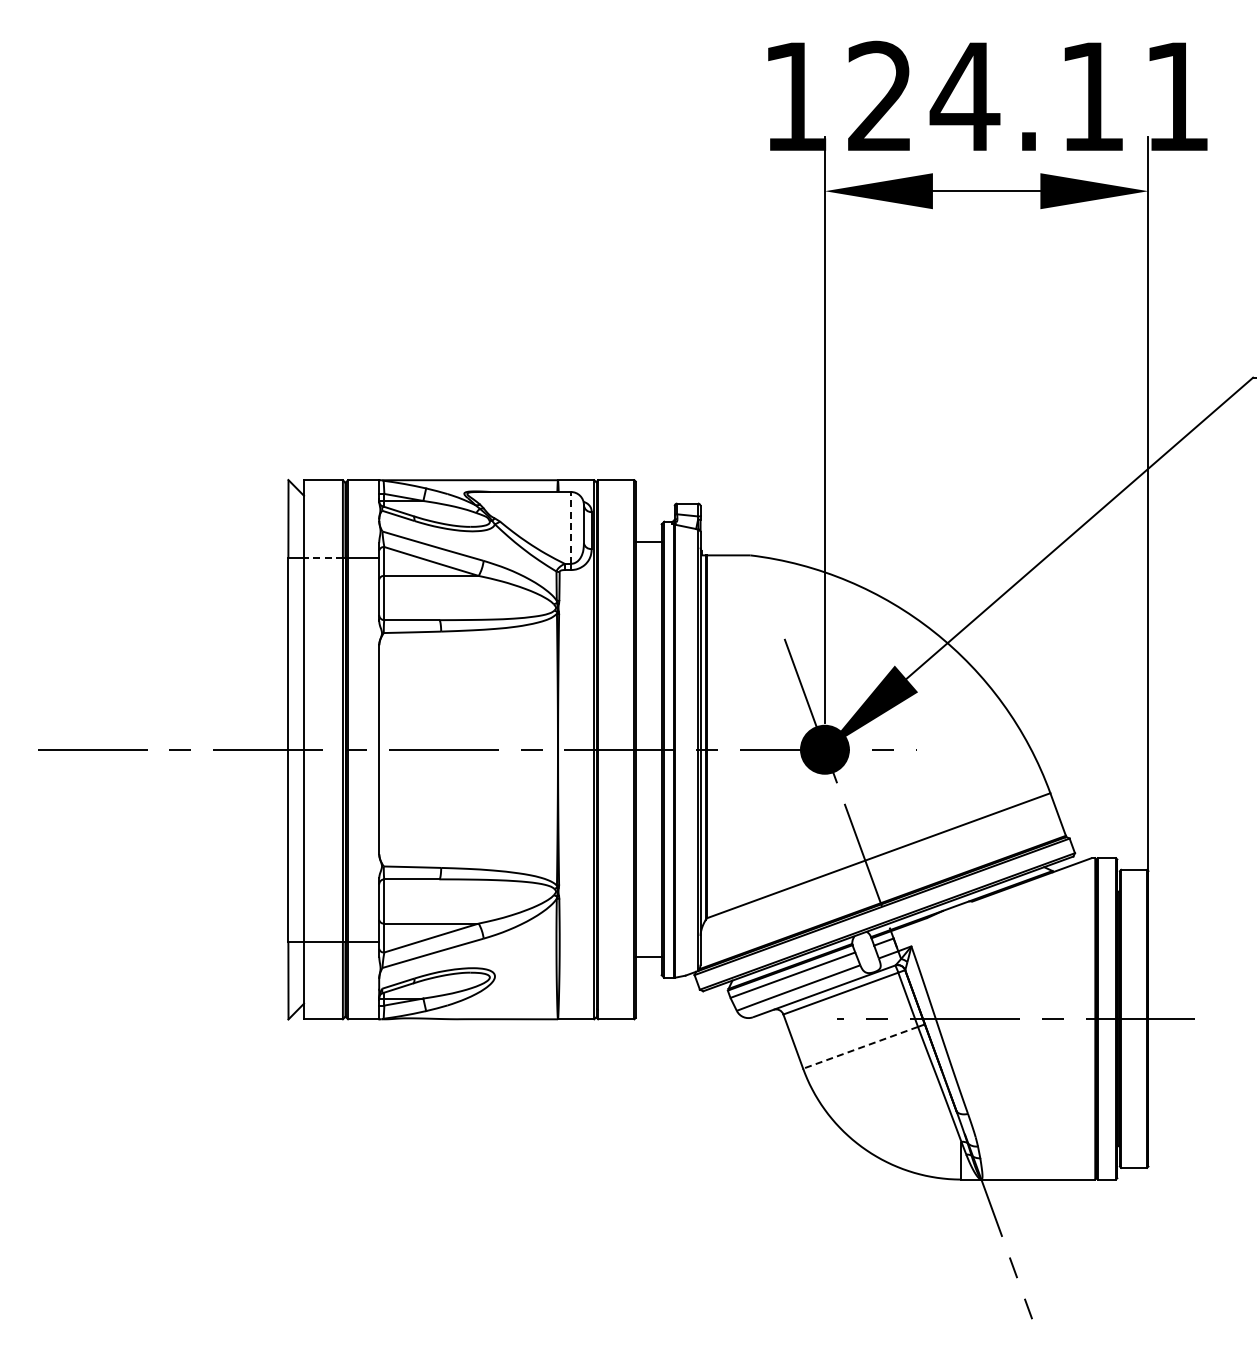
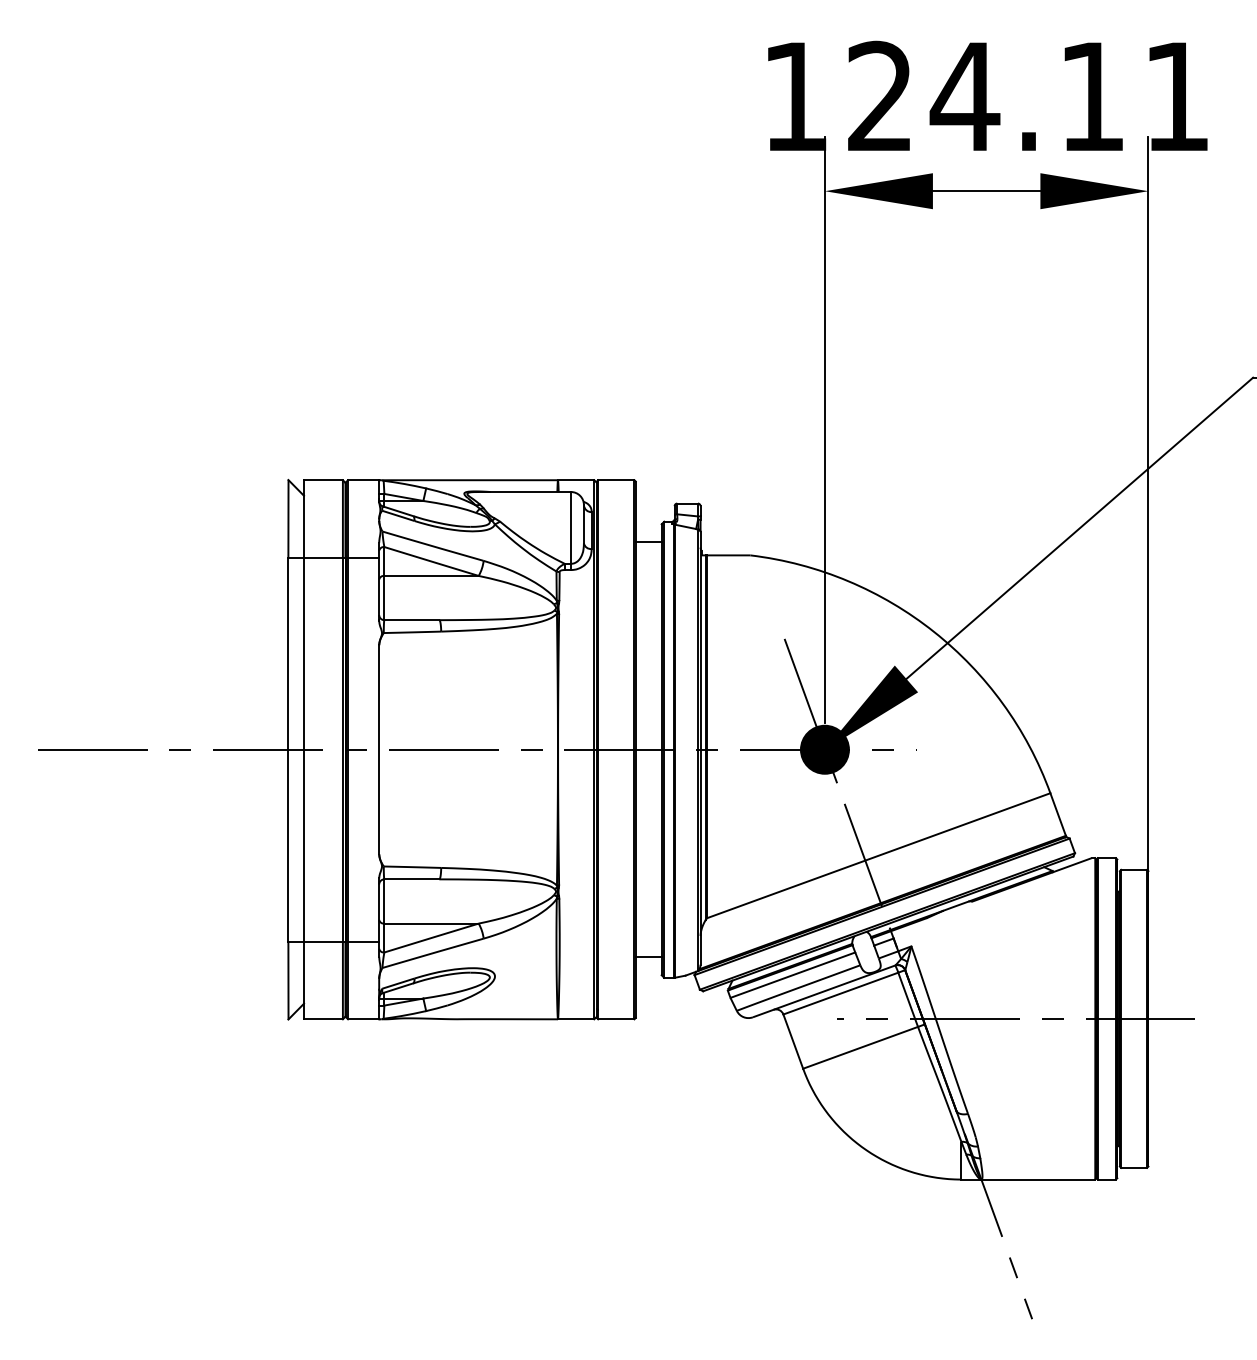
line at (570, 527): dashed -> solid
line at (322, 557): dashed -> solid
line at (860, 1047): dashed -> solid
